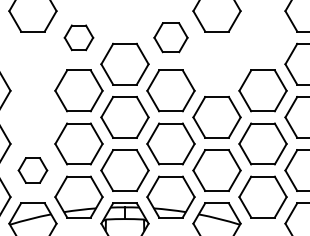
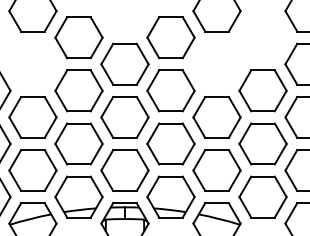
part at (78, 37) size: 32x28 px -> 50x44 px
part at (170, 37) size: 36x32 px -> 50x44 px
part at (32, 117): none -> present
part at (32, 170) size: 32x27 px -> 50x43 px
